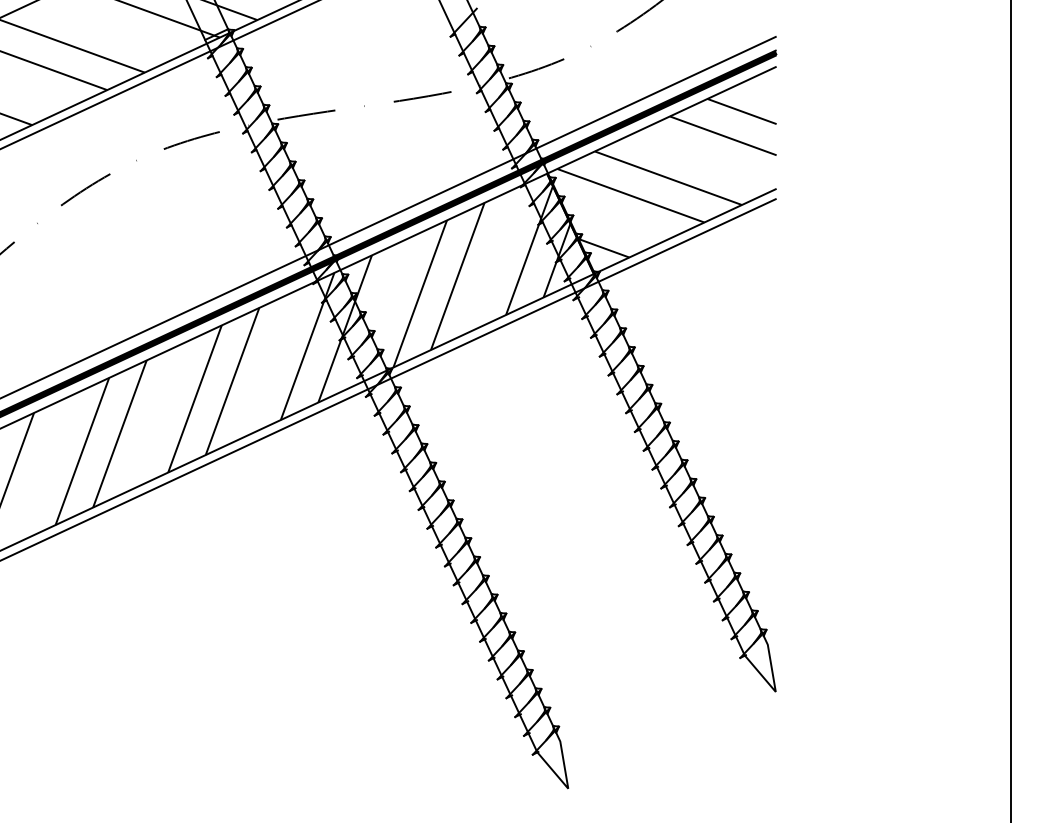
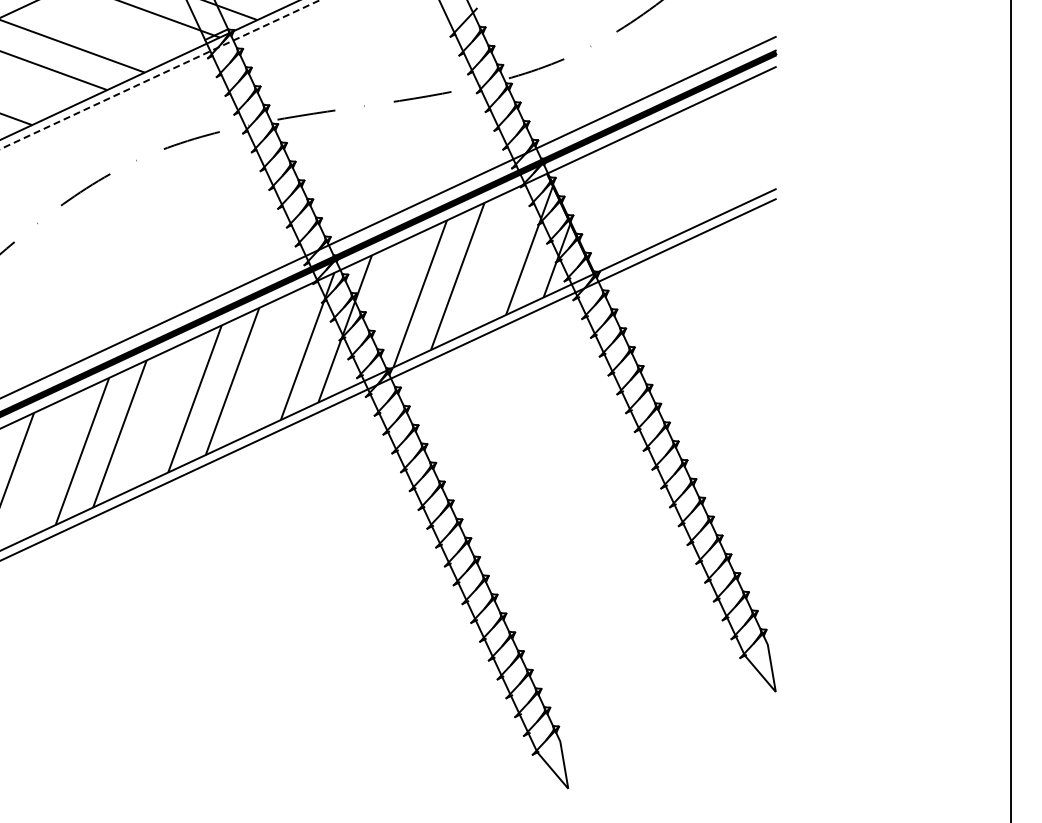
line at (160, 74): solid -> dashed
hatch at (666, 177): present -> none
